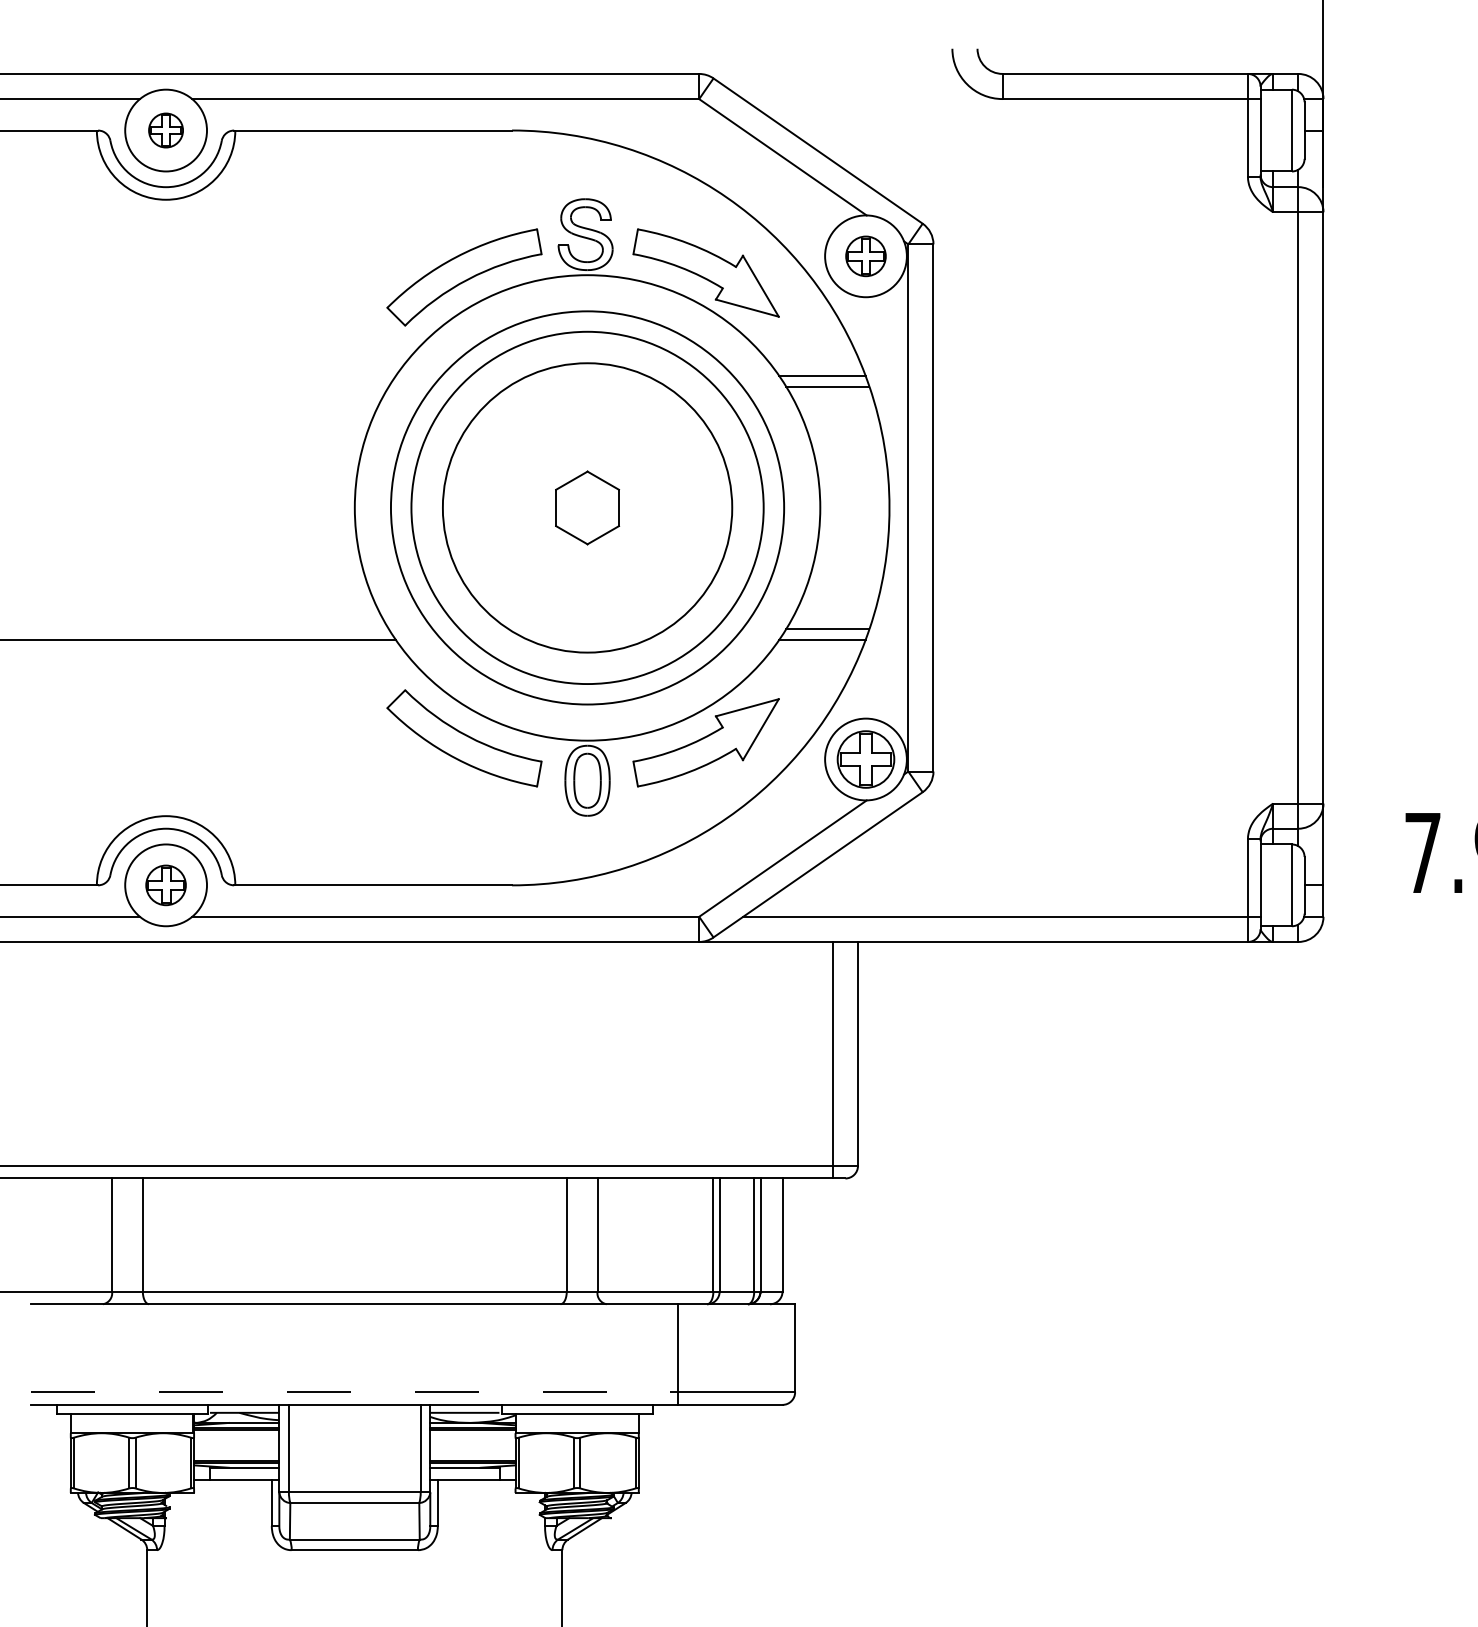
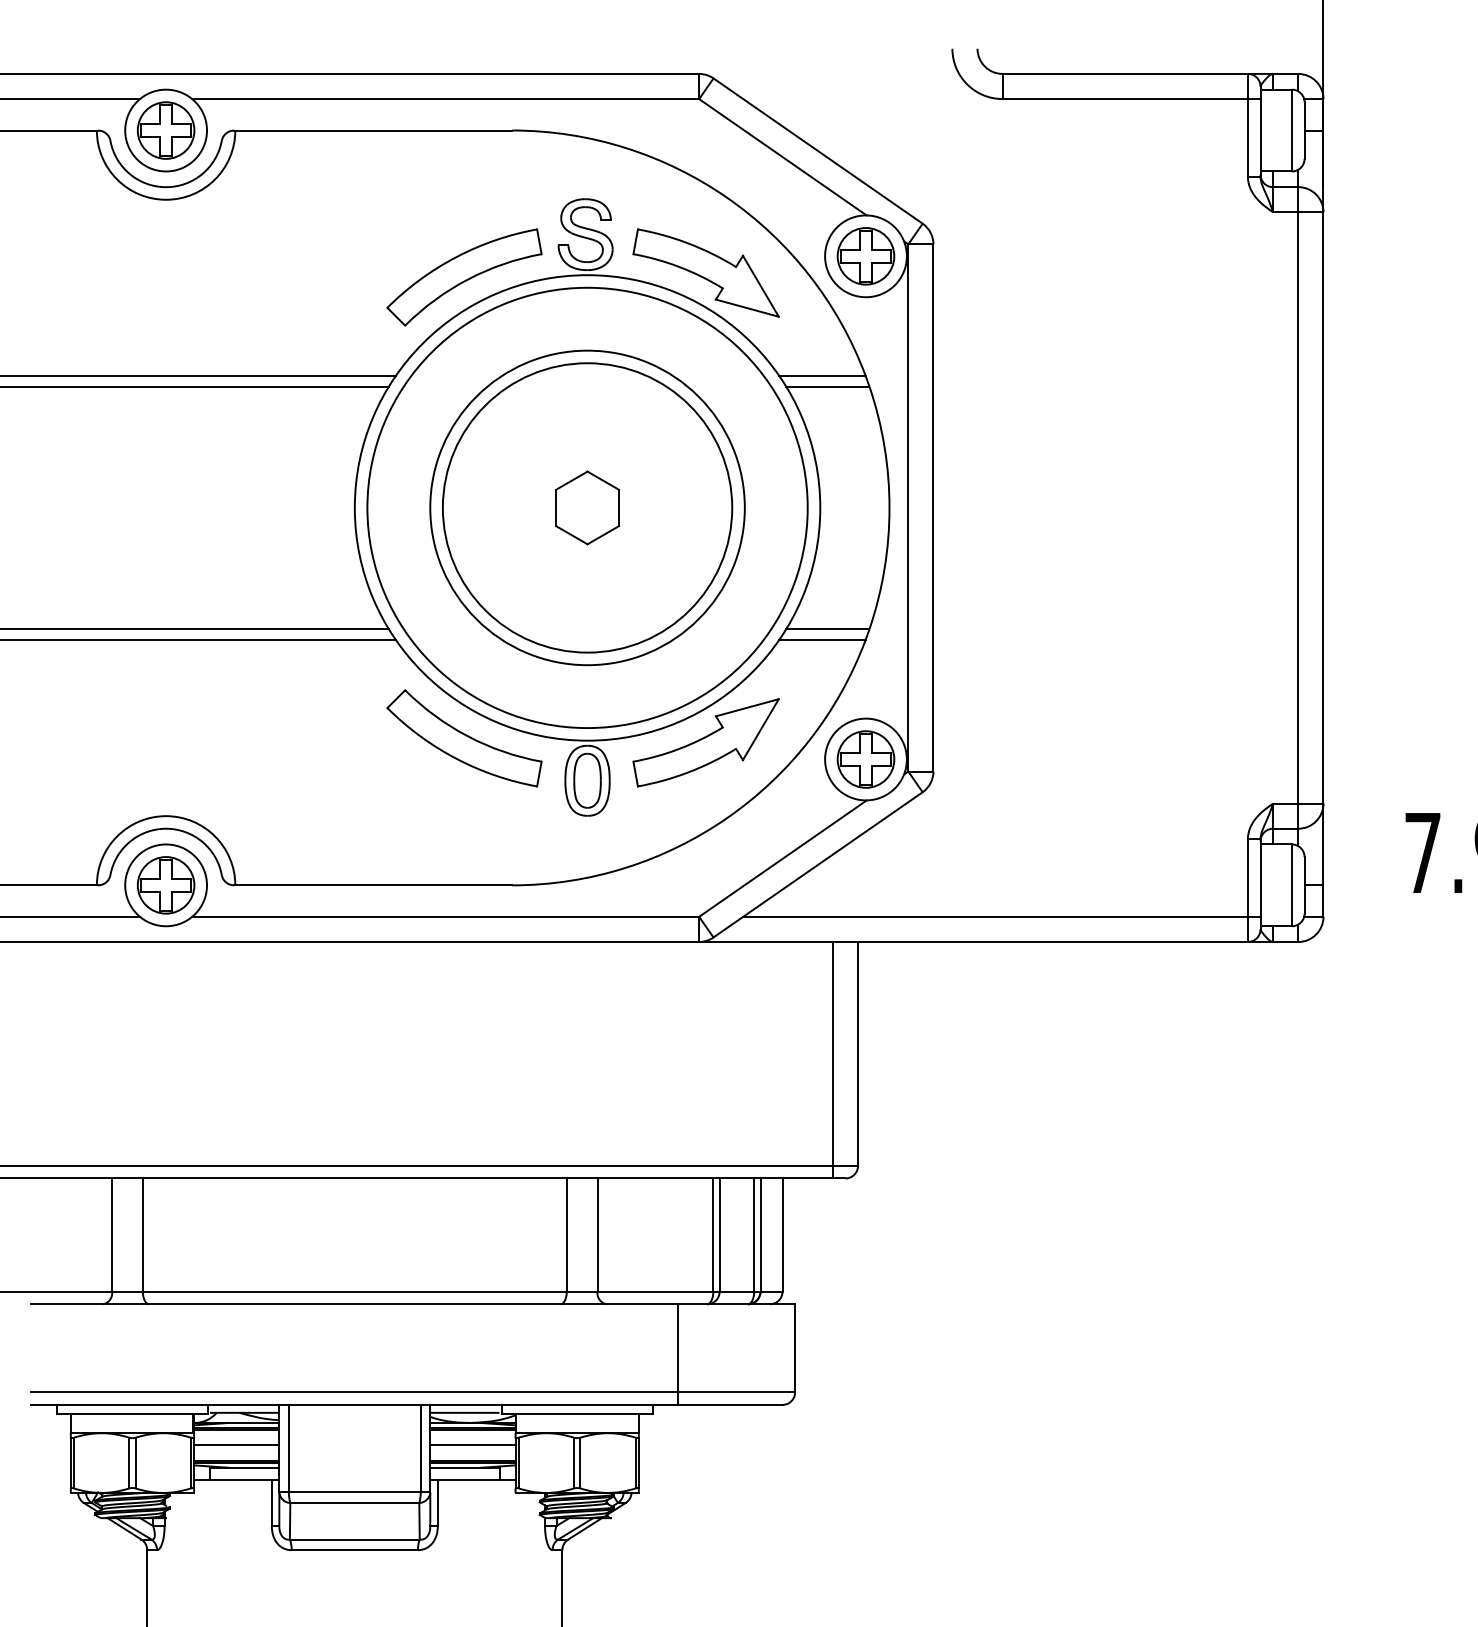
part at (165, 130) size: 36x37 px -> 60x59 px
part at (865, 256) size: 42x43 px -> 60x59 px
line at (198, 375): none -> present
line at (195, 386): none -> present
circle at (587, 507) diameter: 352 px -> 440 px
circle at (587, 507) diameter: 393 px -> 315 px
line at (195, 629): none -> present
part at (165, 885) size: 42x43 px -> 60x59 px
line at (355, 1392): dashed -> solid
line at (236, 1445): none -> present
line at (472, 1445): none -> present
